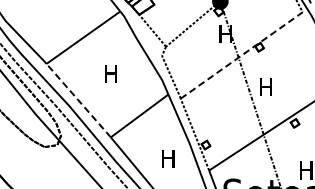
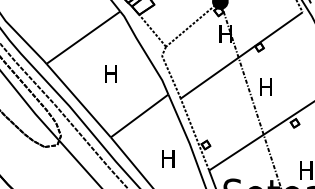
line at (241, 55): dashed -> solid
line at (78, 100): dashed -> solid
